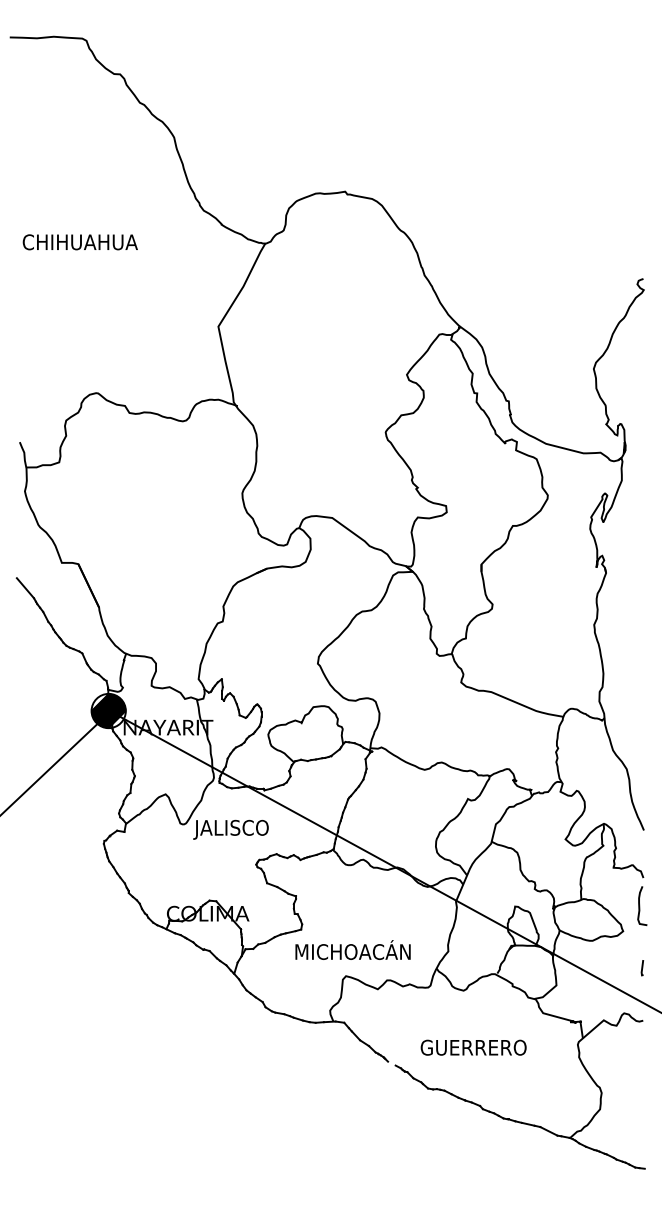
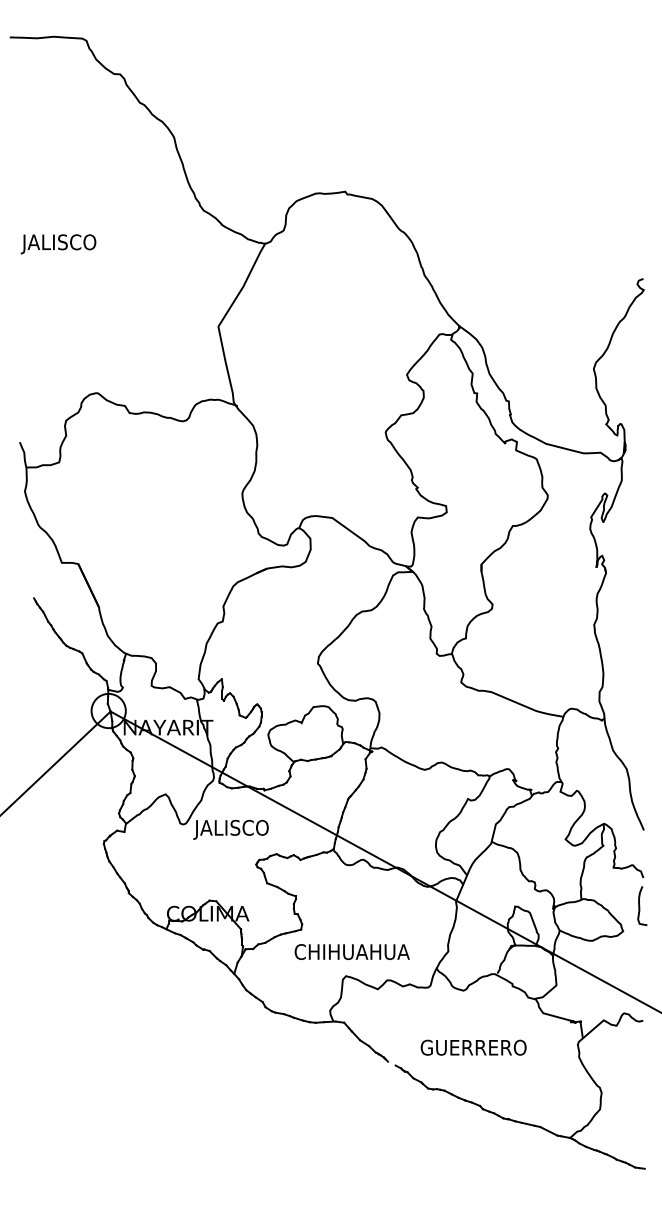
text at (78, 244): CHIHUAHUA -> JALISCO
line at (25, 588): present -> none
hatch at (108, 710): present -> none
text at (352, 949): MICHOACÁN -> CHIHUAHUA
line at (642, 968): present -> none
